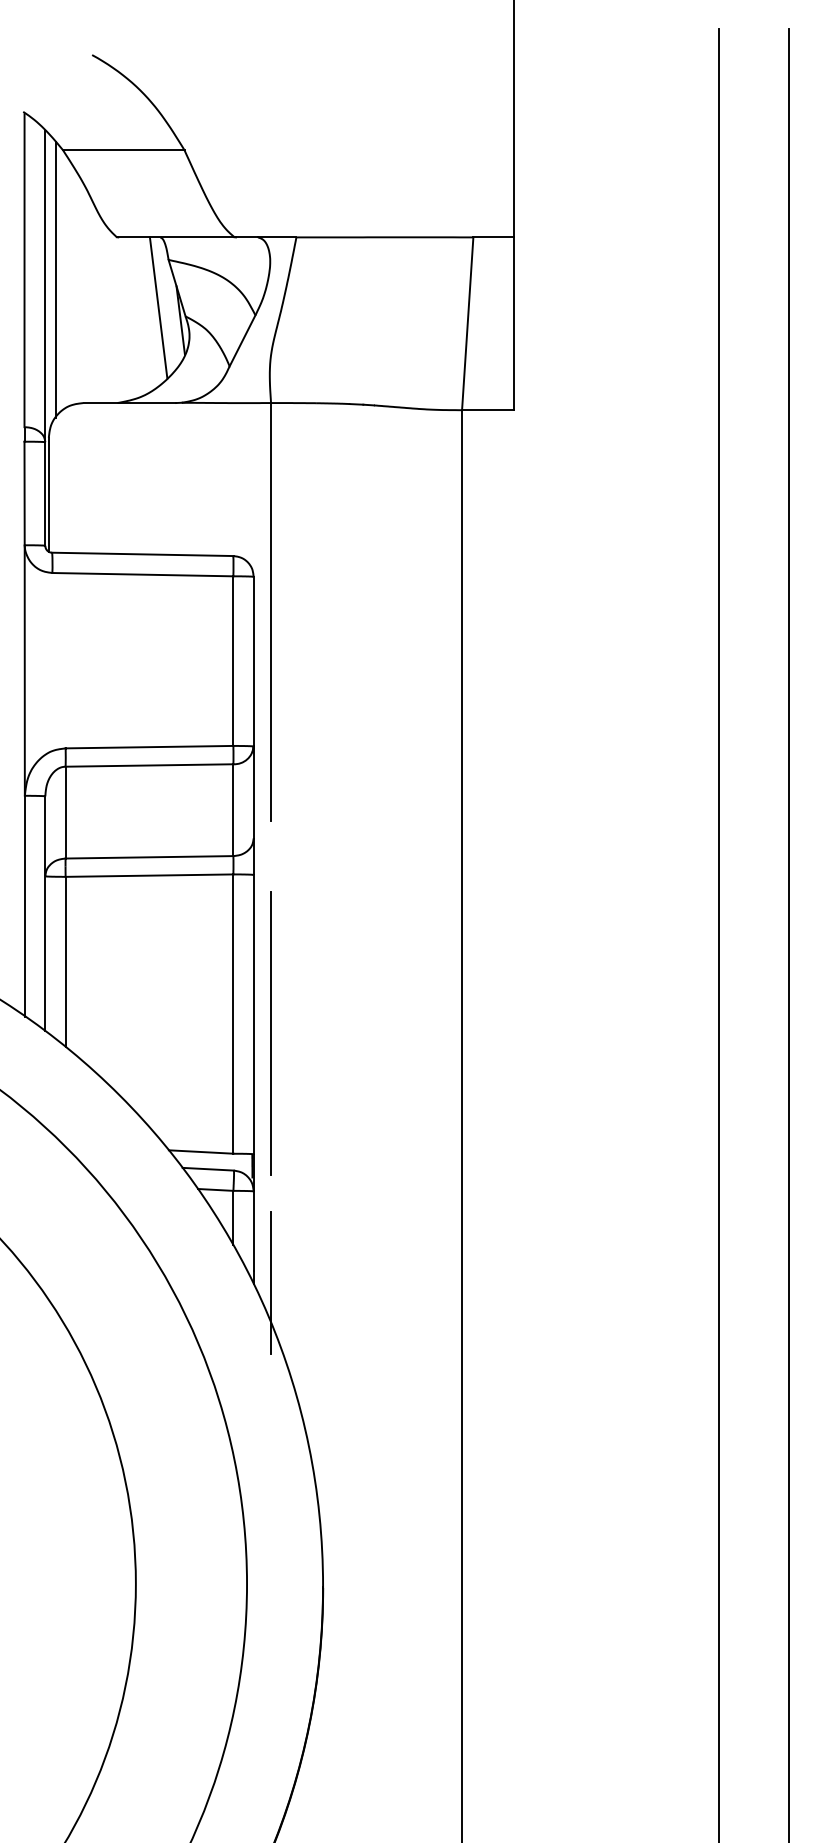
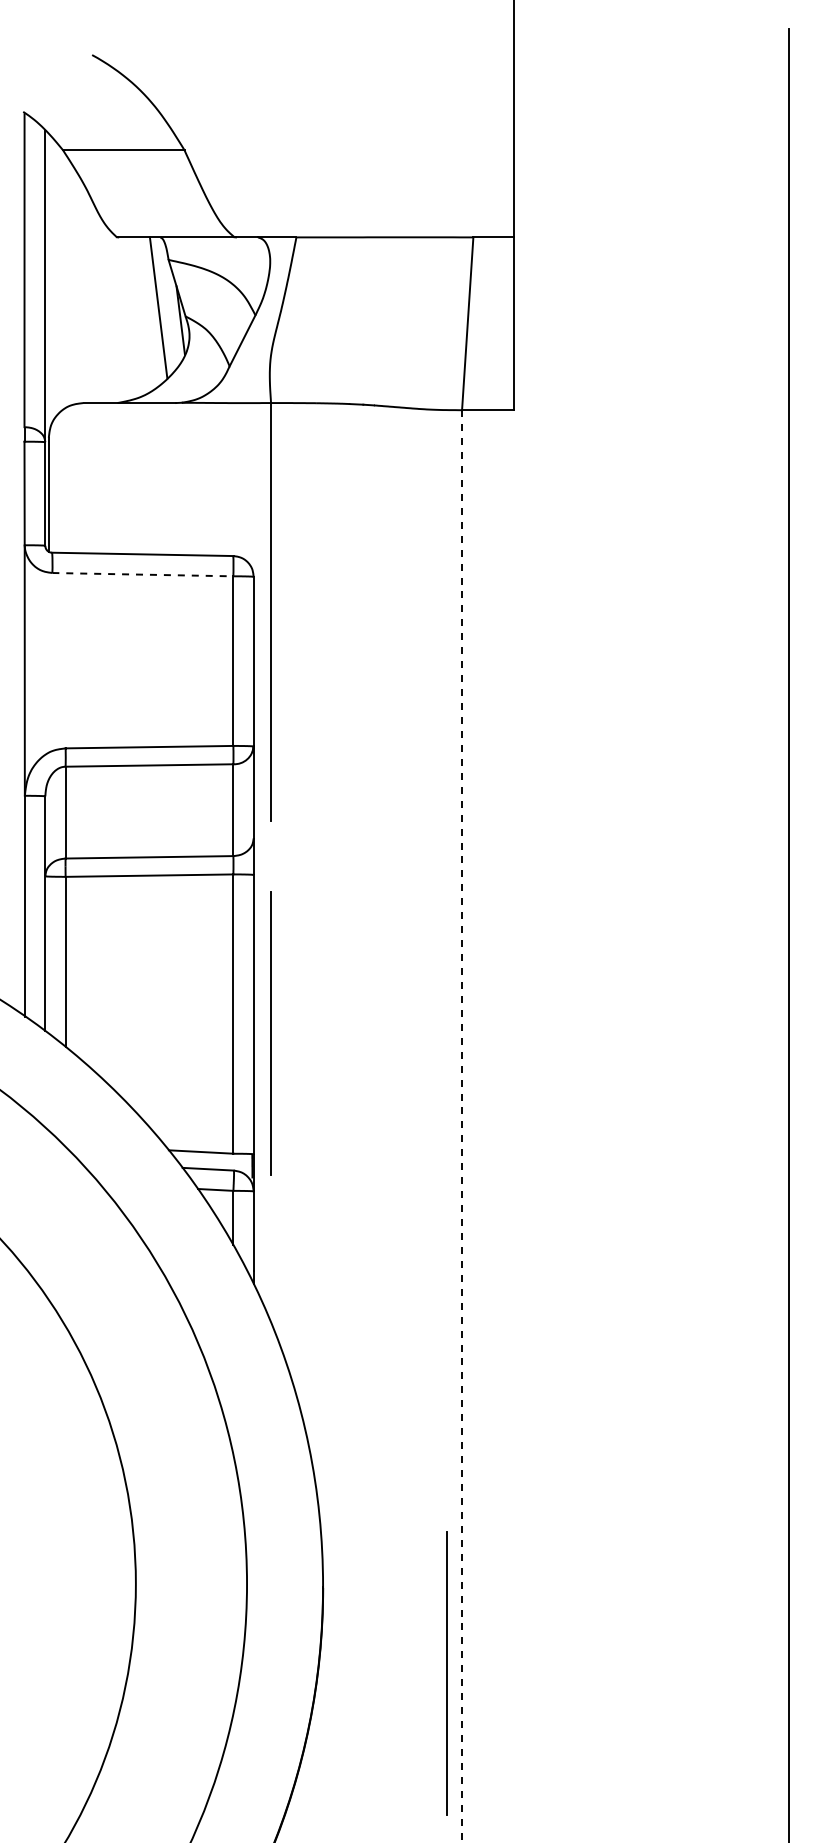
line at (55, 280): present -> none
line at (142, 574): solid -> dashed
line at (719, 934): present -> none
line at (462, 1127): solid -> dashed
line at (271, 1282): present -> none
line at (446, 1673): none -> present
